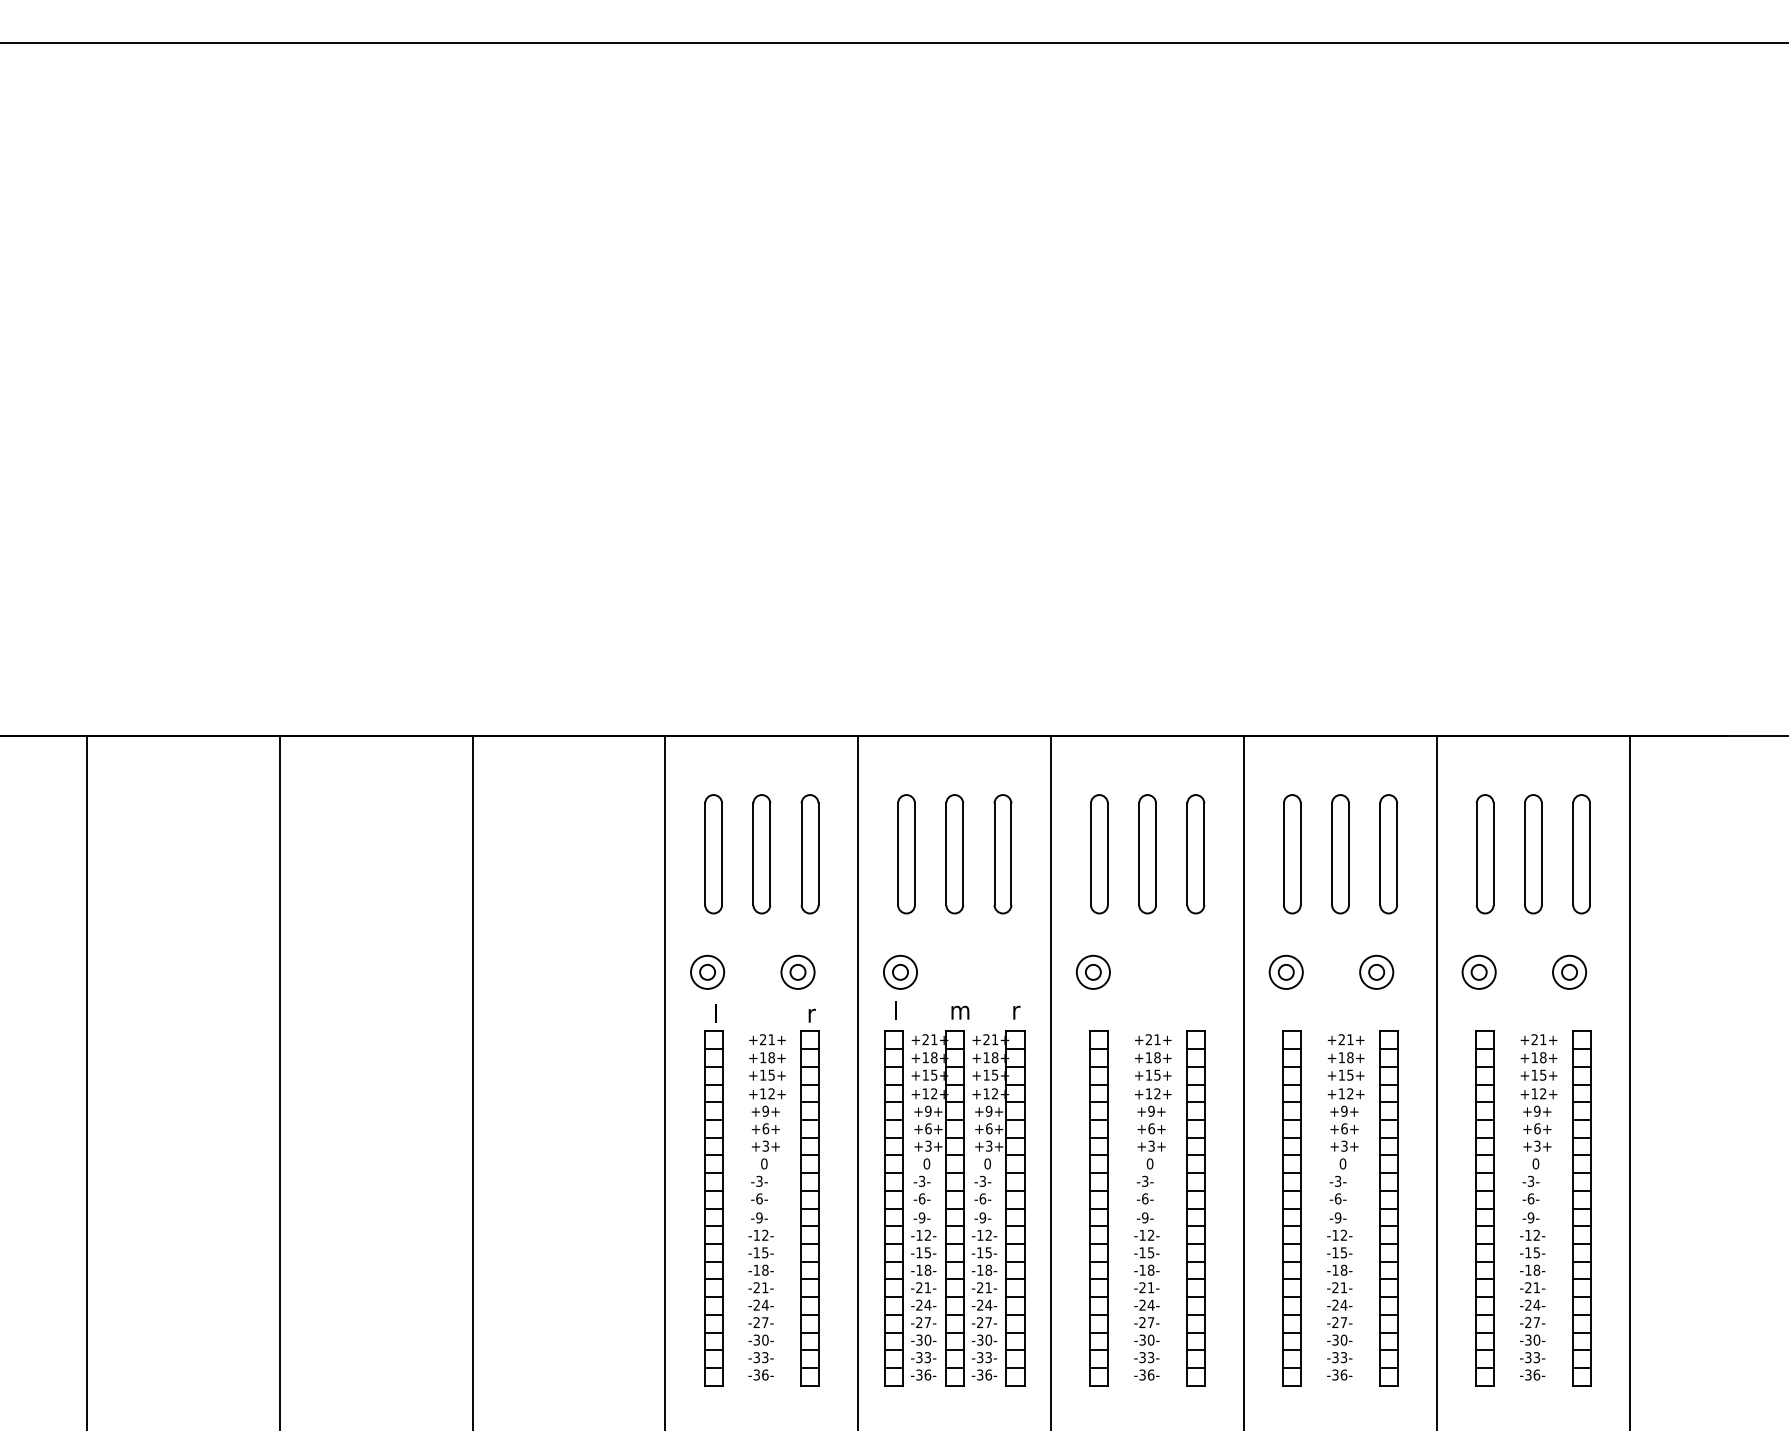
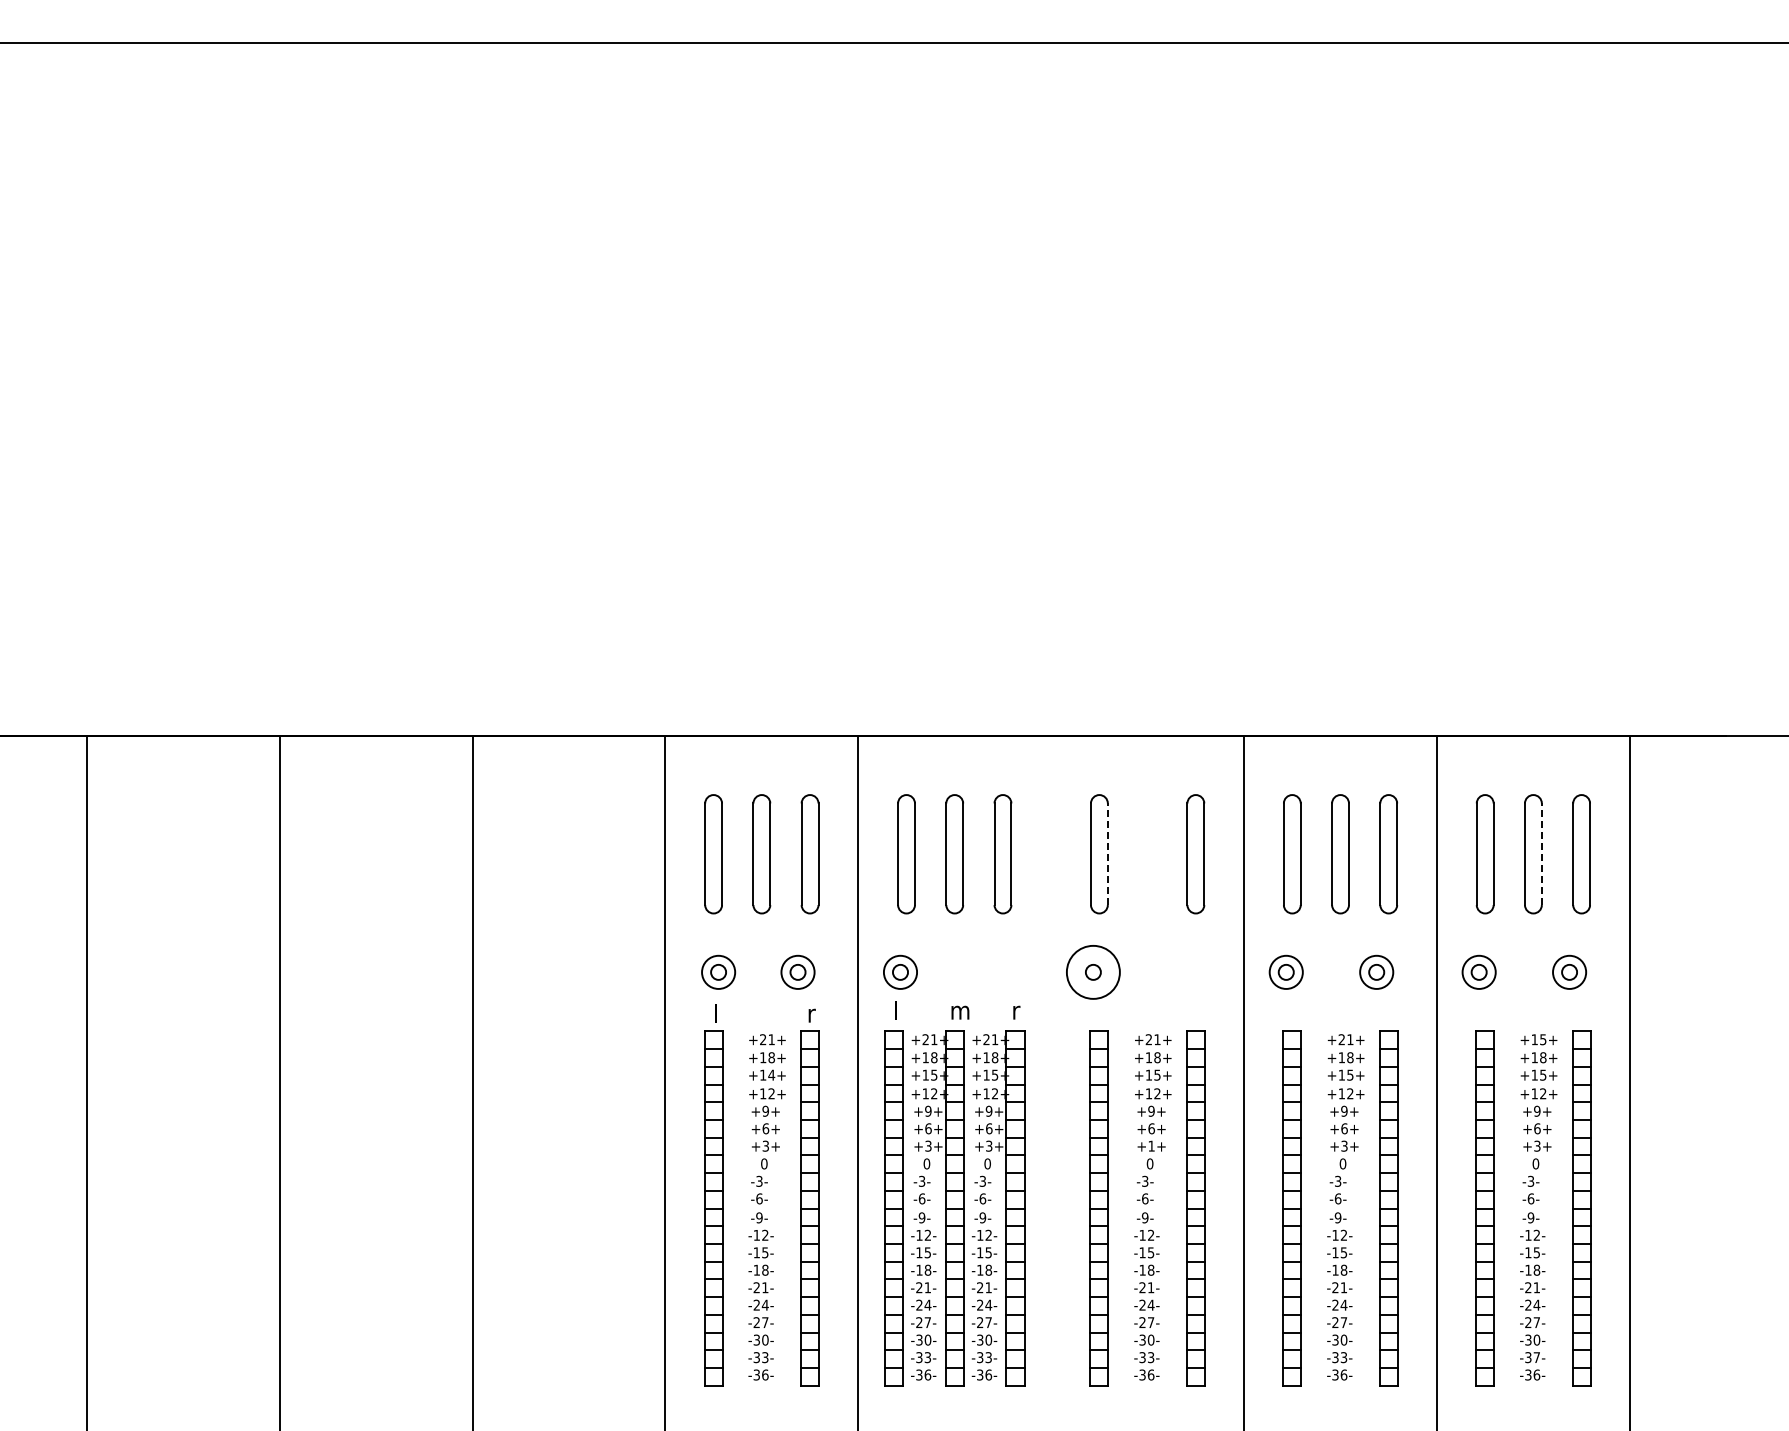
line at (1107, 854): solid -> dashed
part at (1147, 854): present -> none
line at (1541, 854): solid -> dashed
part at (707, 971) position: (707, 971) -> (718, 971)
circle at (1092, 971) diameter: 33 px -> 53 px
text at (1538, 1039): +21+ -> +15+
text at (771, 1074): +15+ -> +14+
line at (1051, 1081): present -> none
text at (1151, 1145): +3+ -> +1+
text at (1536, 1357): -33- -> -37-
